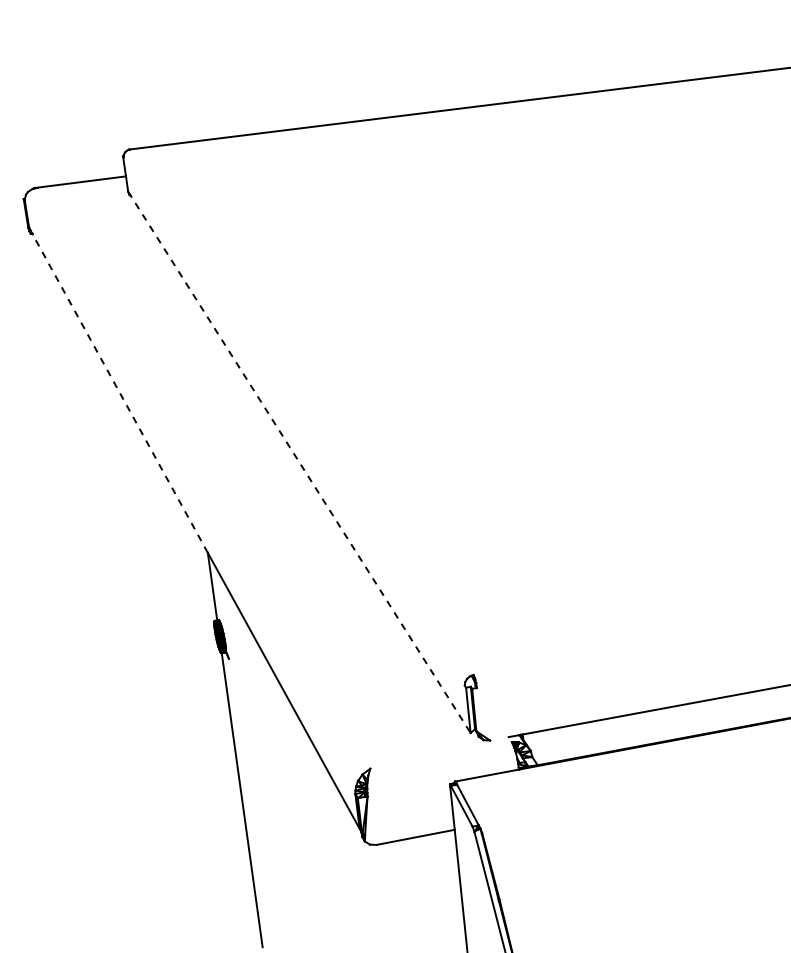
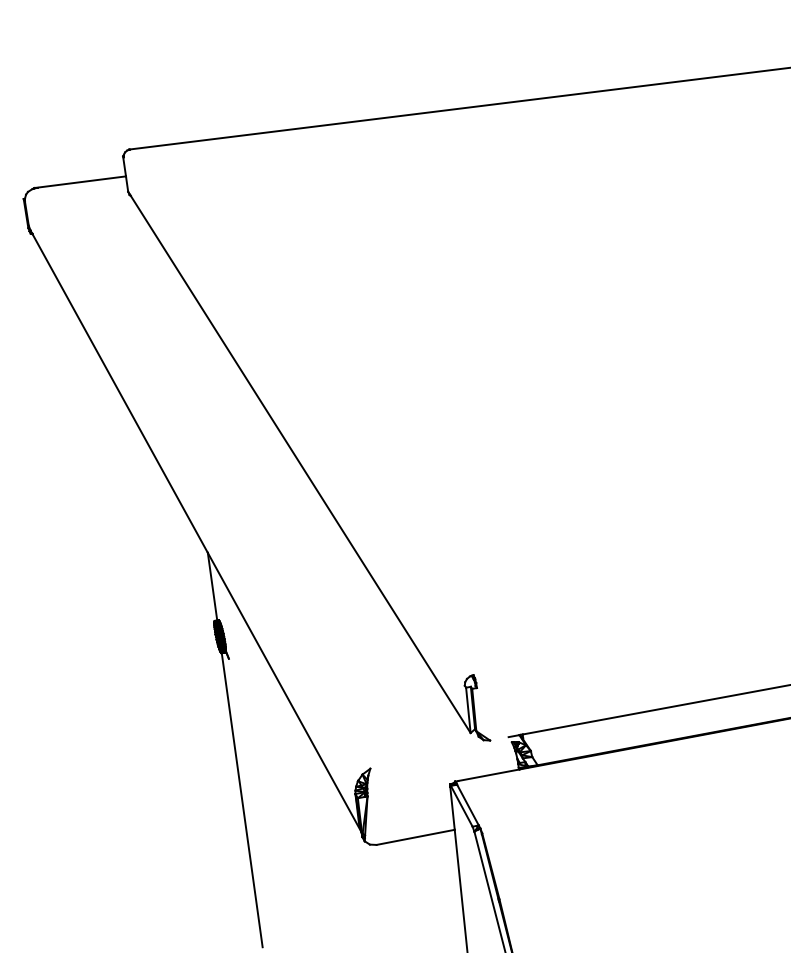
line at (119, 391): dashed -> solid
line at (299, 462): dashed -> solid
